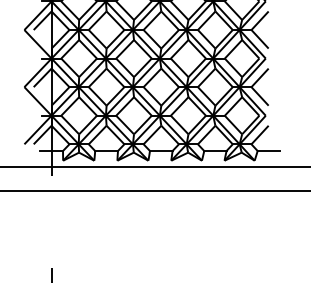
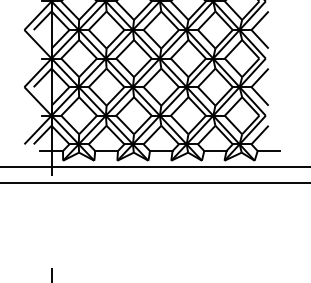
line at (154, 191) position: (154, 191) -> (154, 183)
